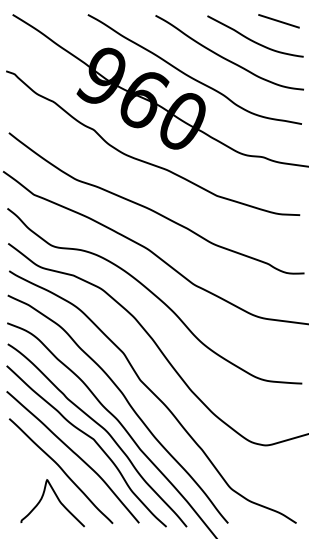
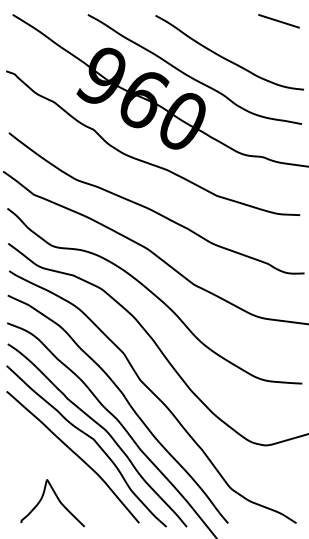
curve at (253, 40): present -> none
curve at (61, 470): present -> none
